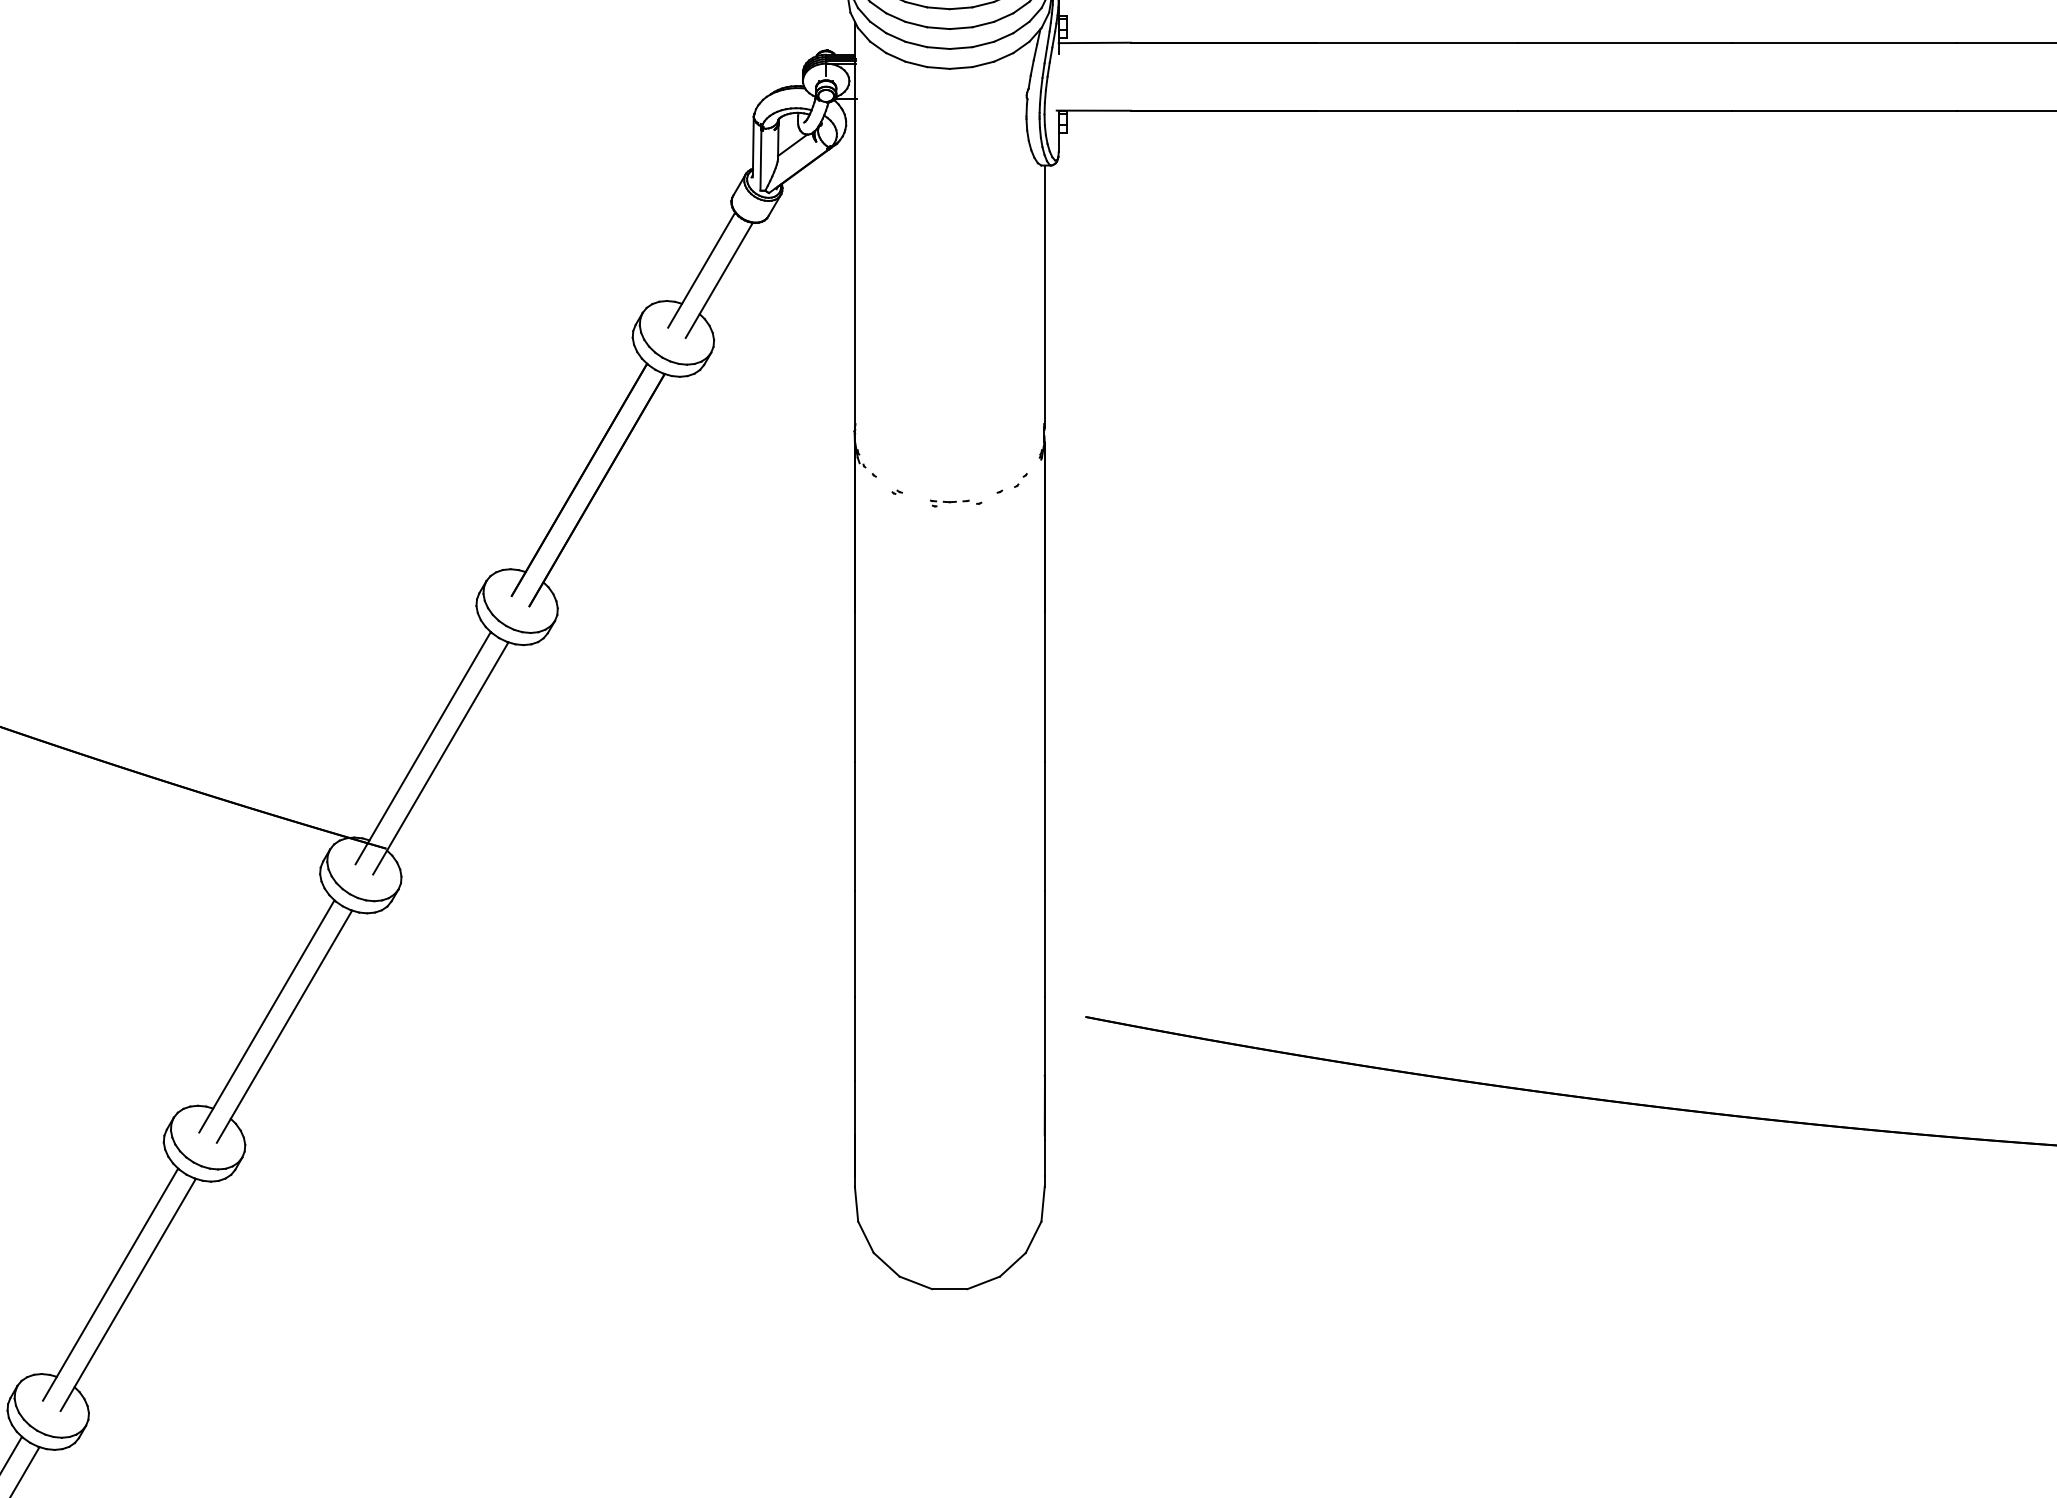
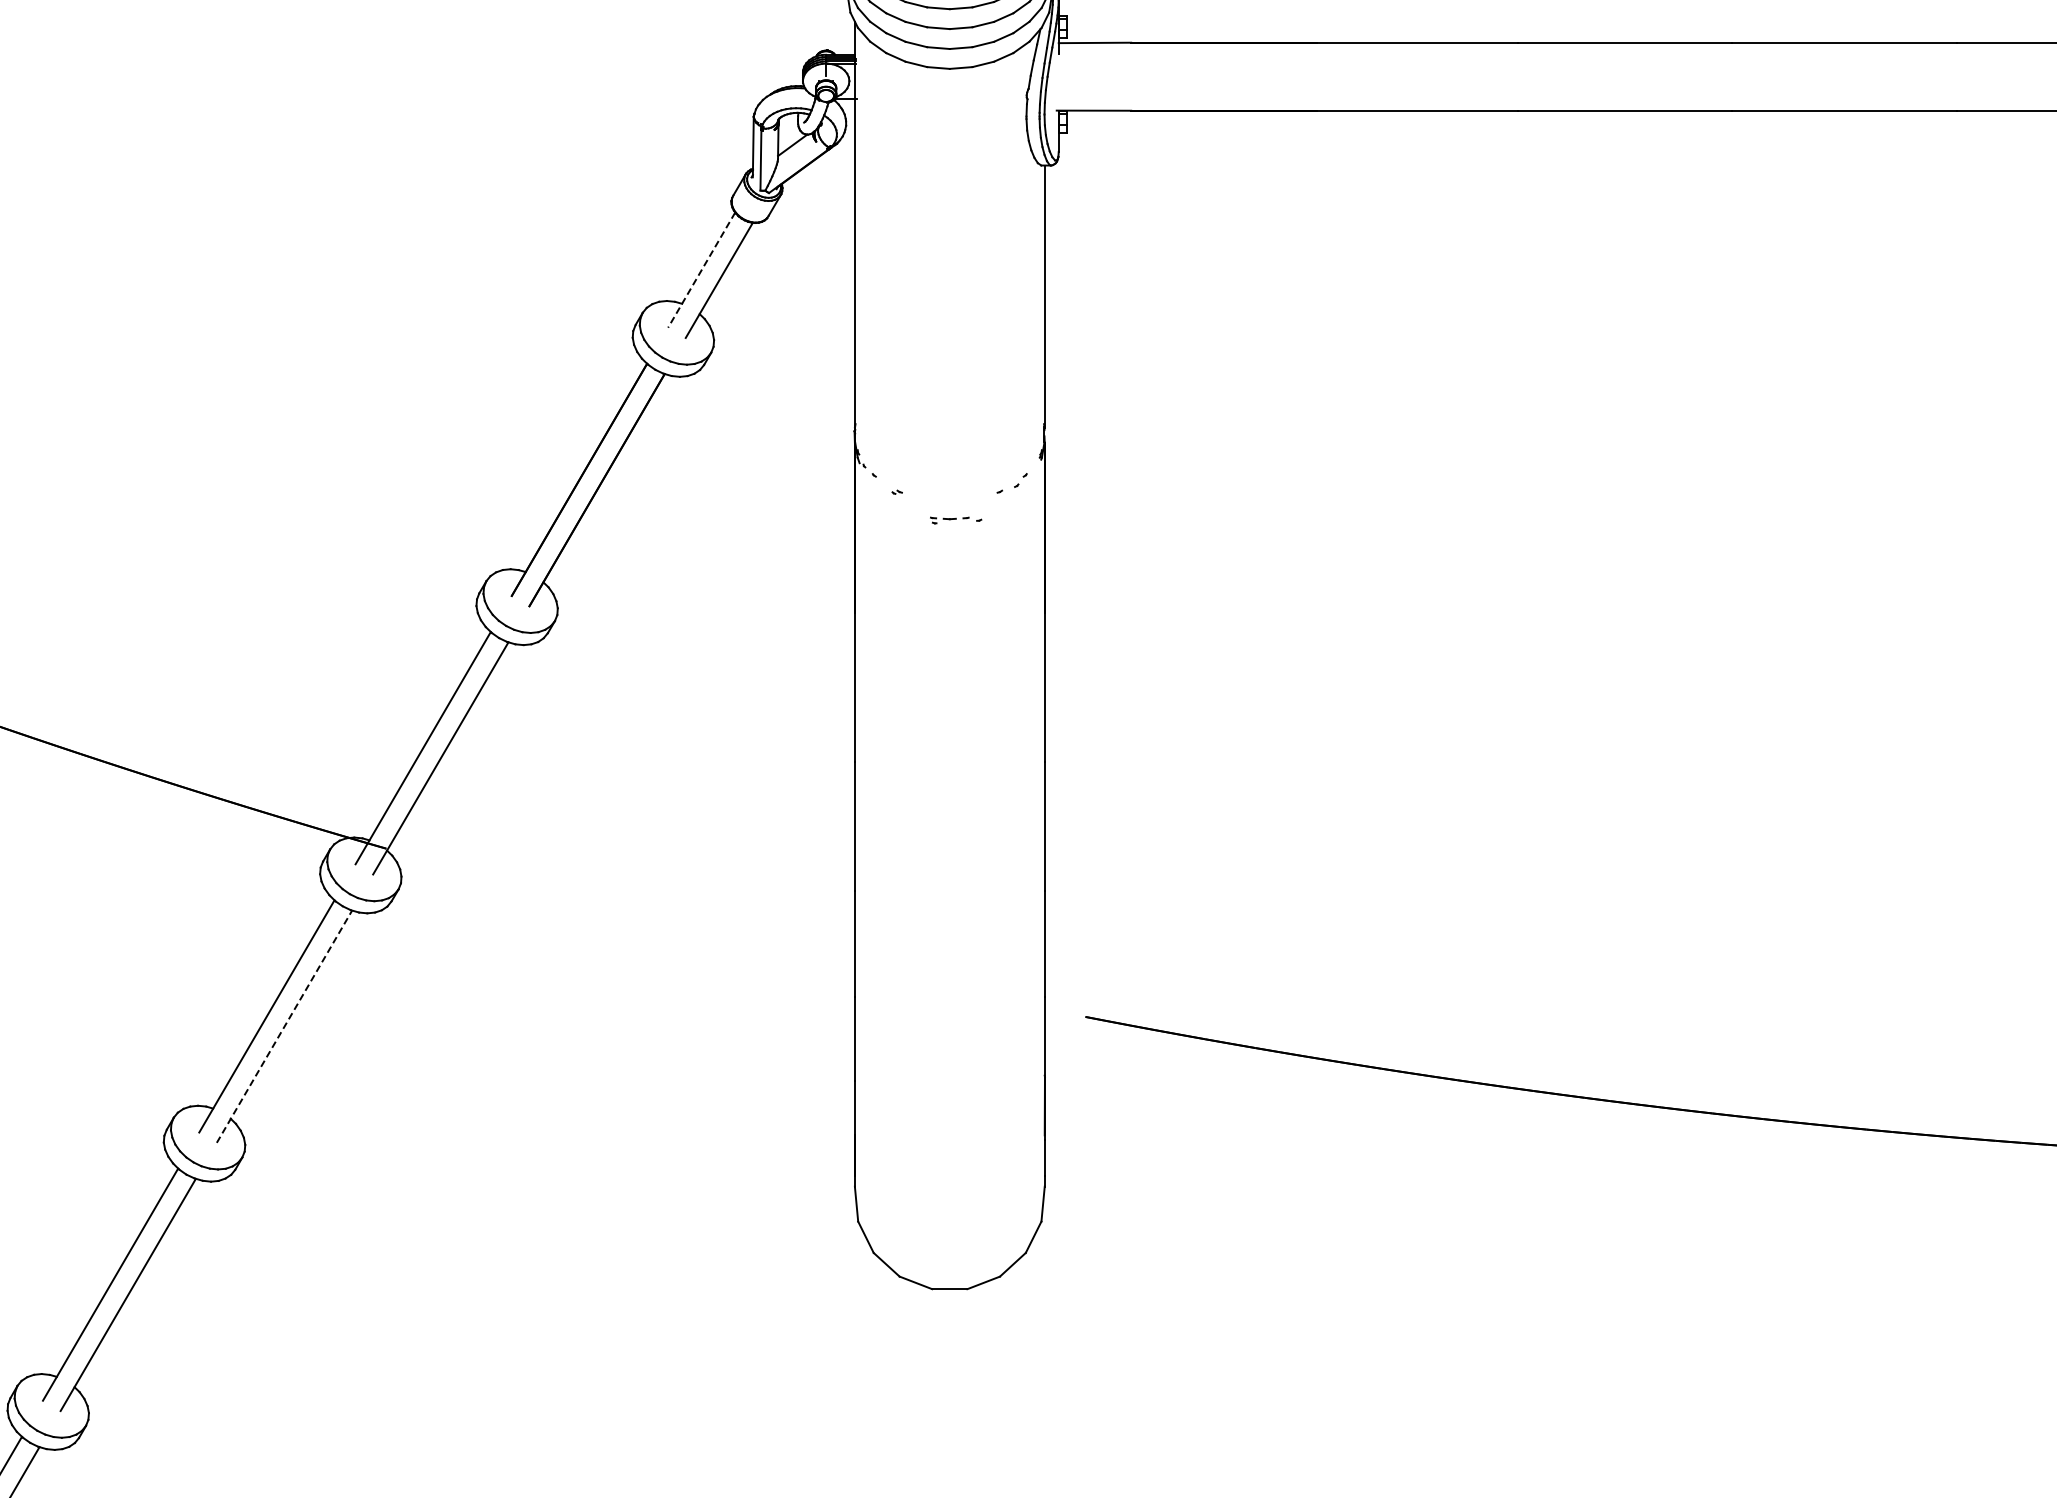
line at (701, 270): solid -> dashed
part at (956, 503) position: (956, 503) -> (956, 520)
line at (284, 1026): solid -> dashed
